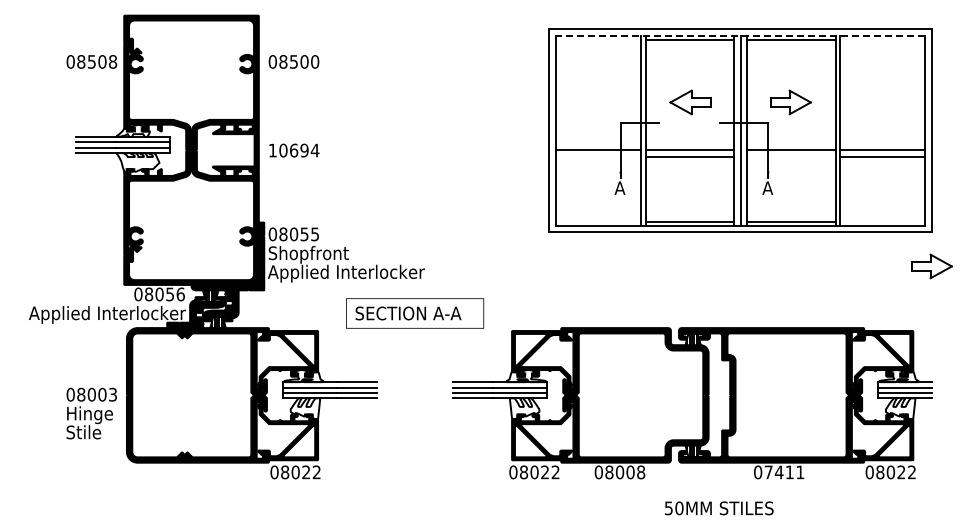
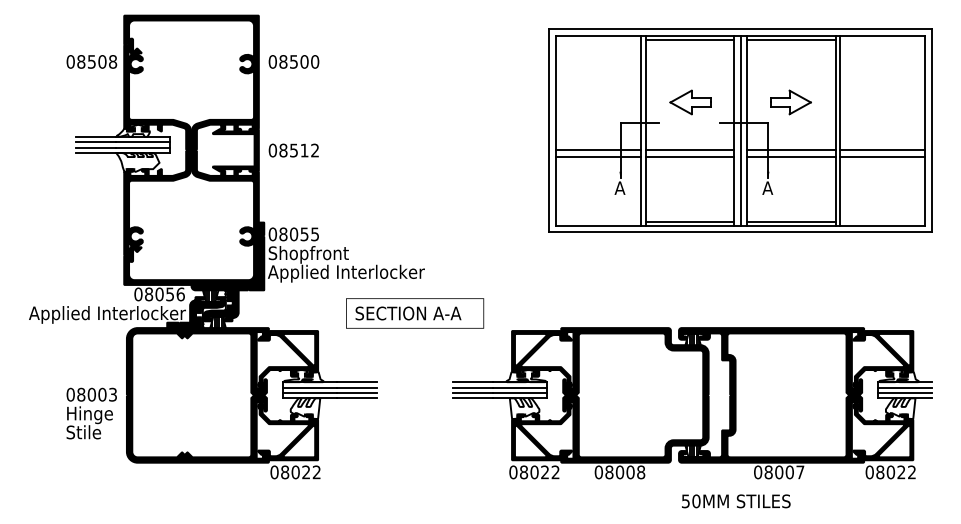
line at (740, 35): dashed -> solid
text at (293, 150): 10694 -> 08512
line at (598, 156): none -> present
line at (791, 156): none -> present
part at (931, 266): present -> none
text at (784, 472): 07411 -> 08007
text at (719, 508) position: (719, 508) -> (736, 501)
